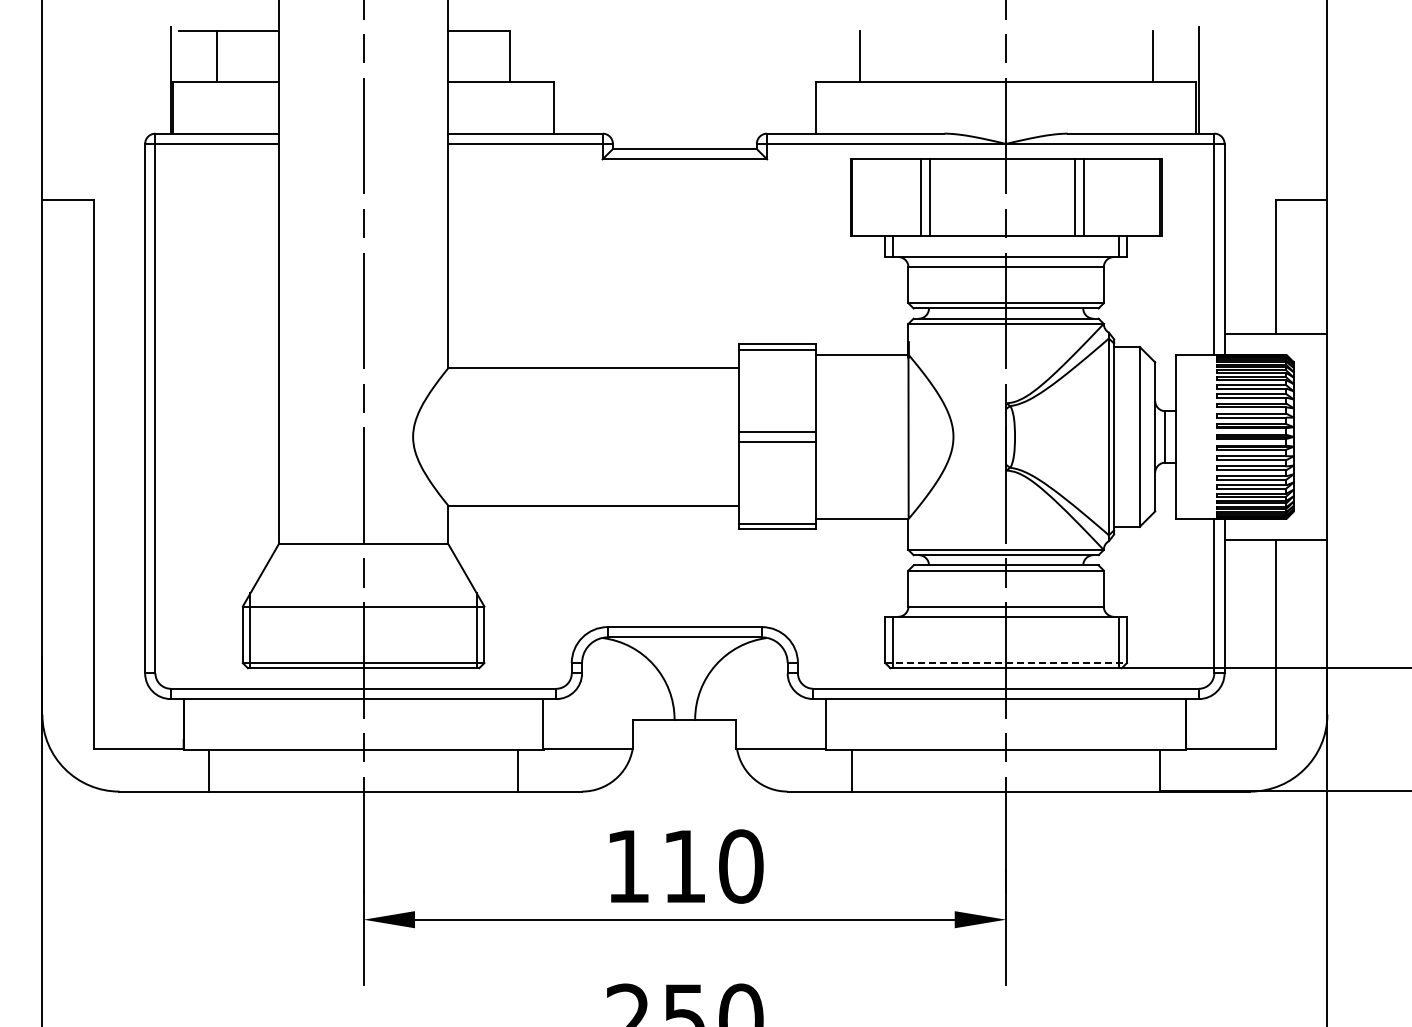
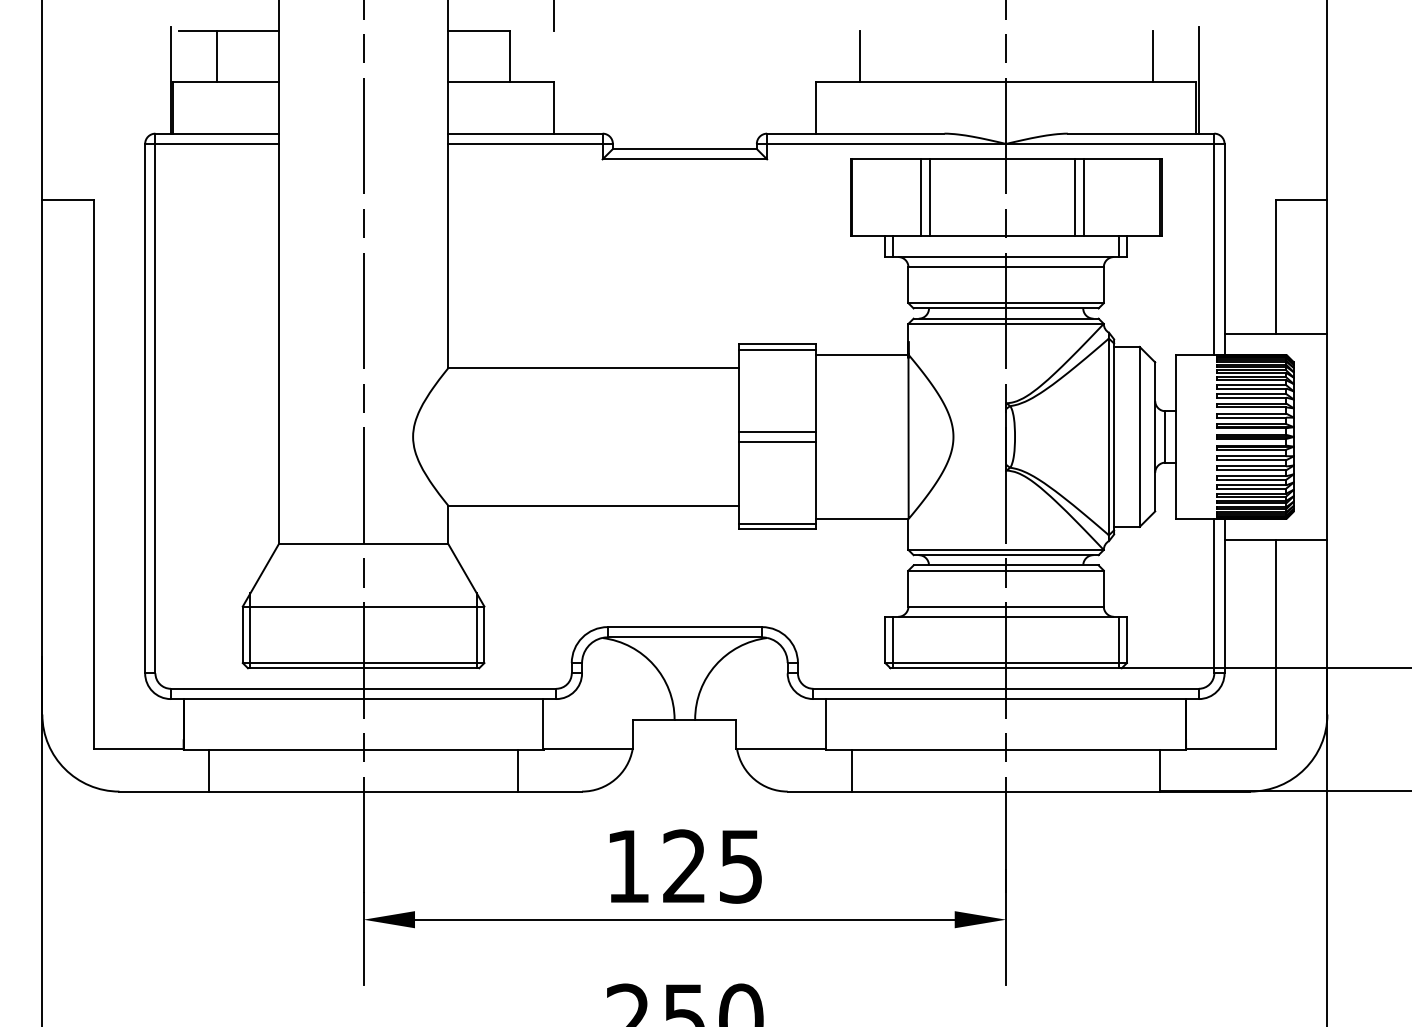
line at (553, 16): none -> present
line at (1006, 663): dashed -> solid
text at (713, 866): 110 -> 125
